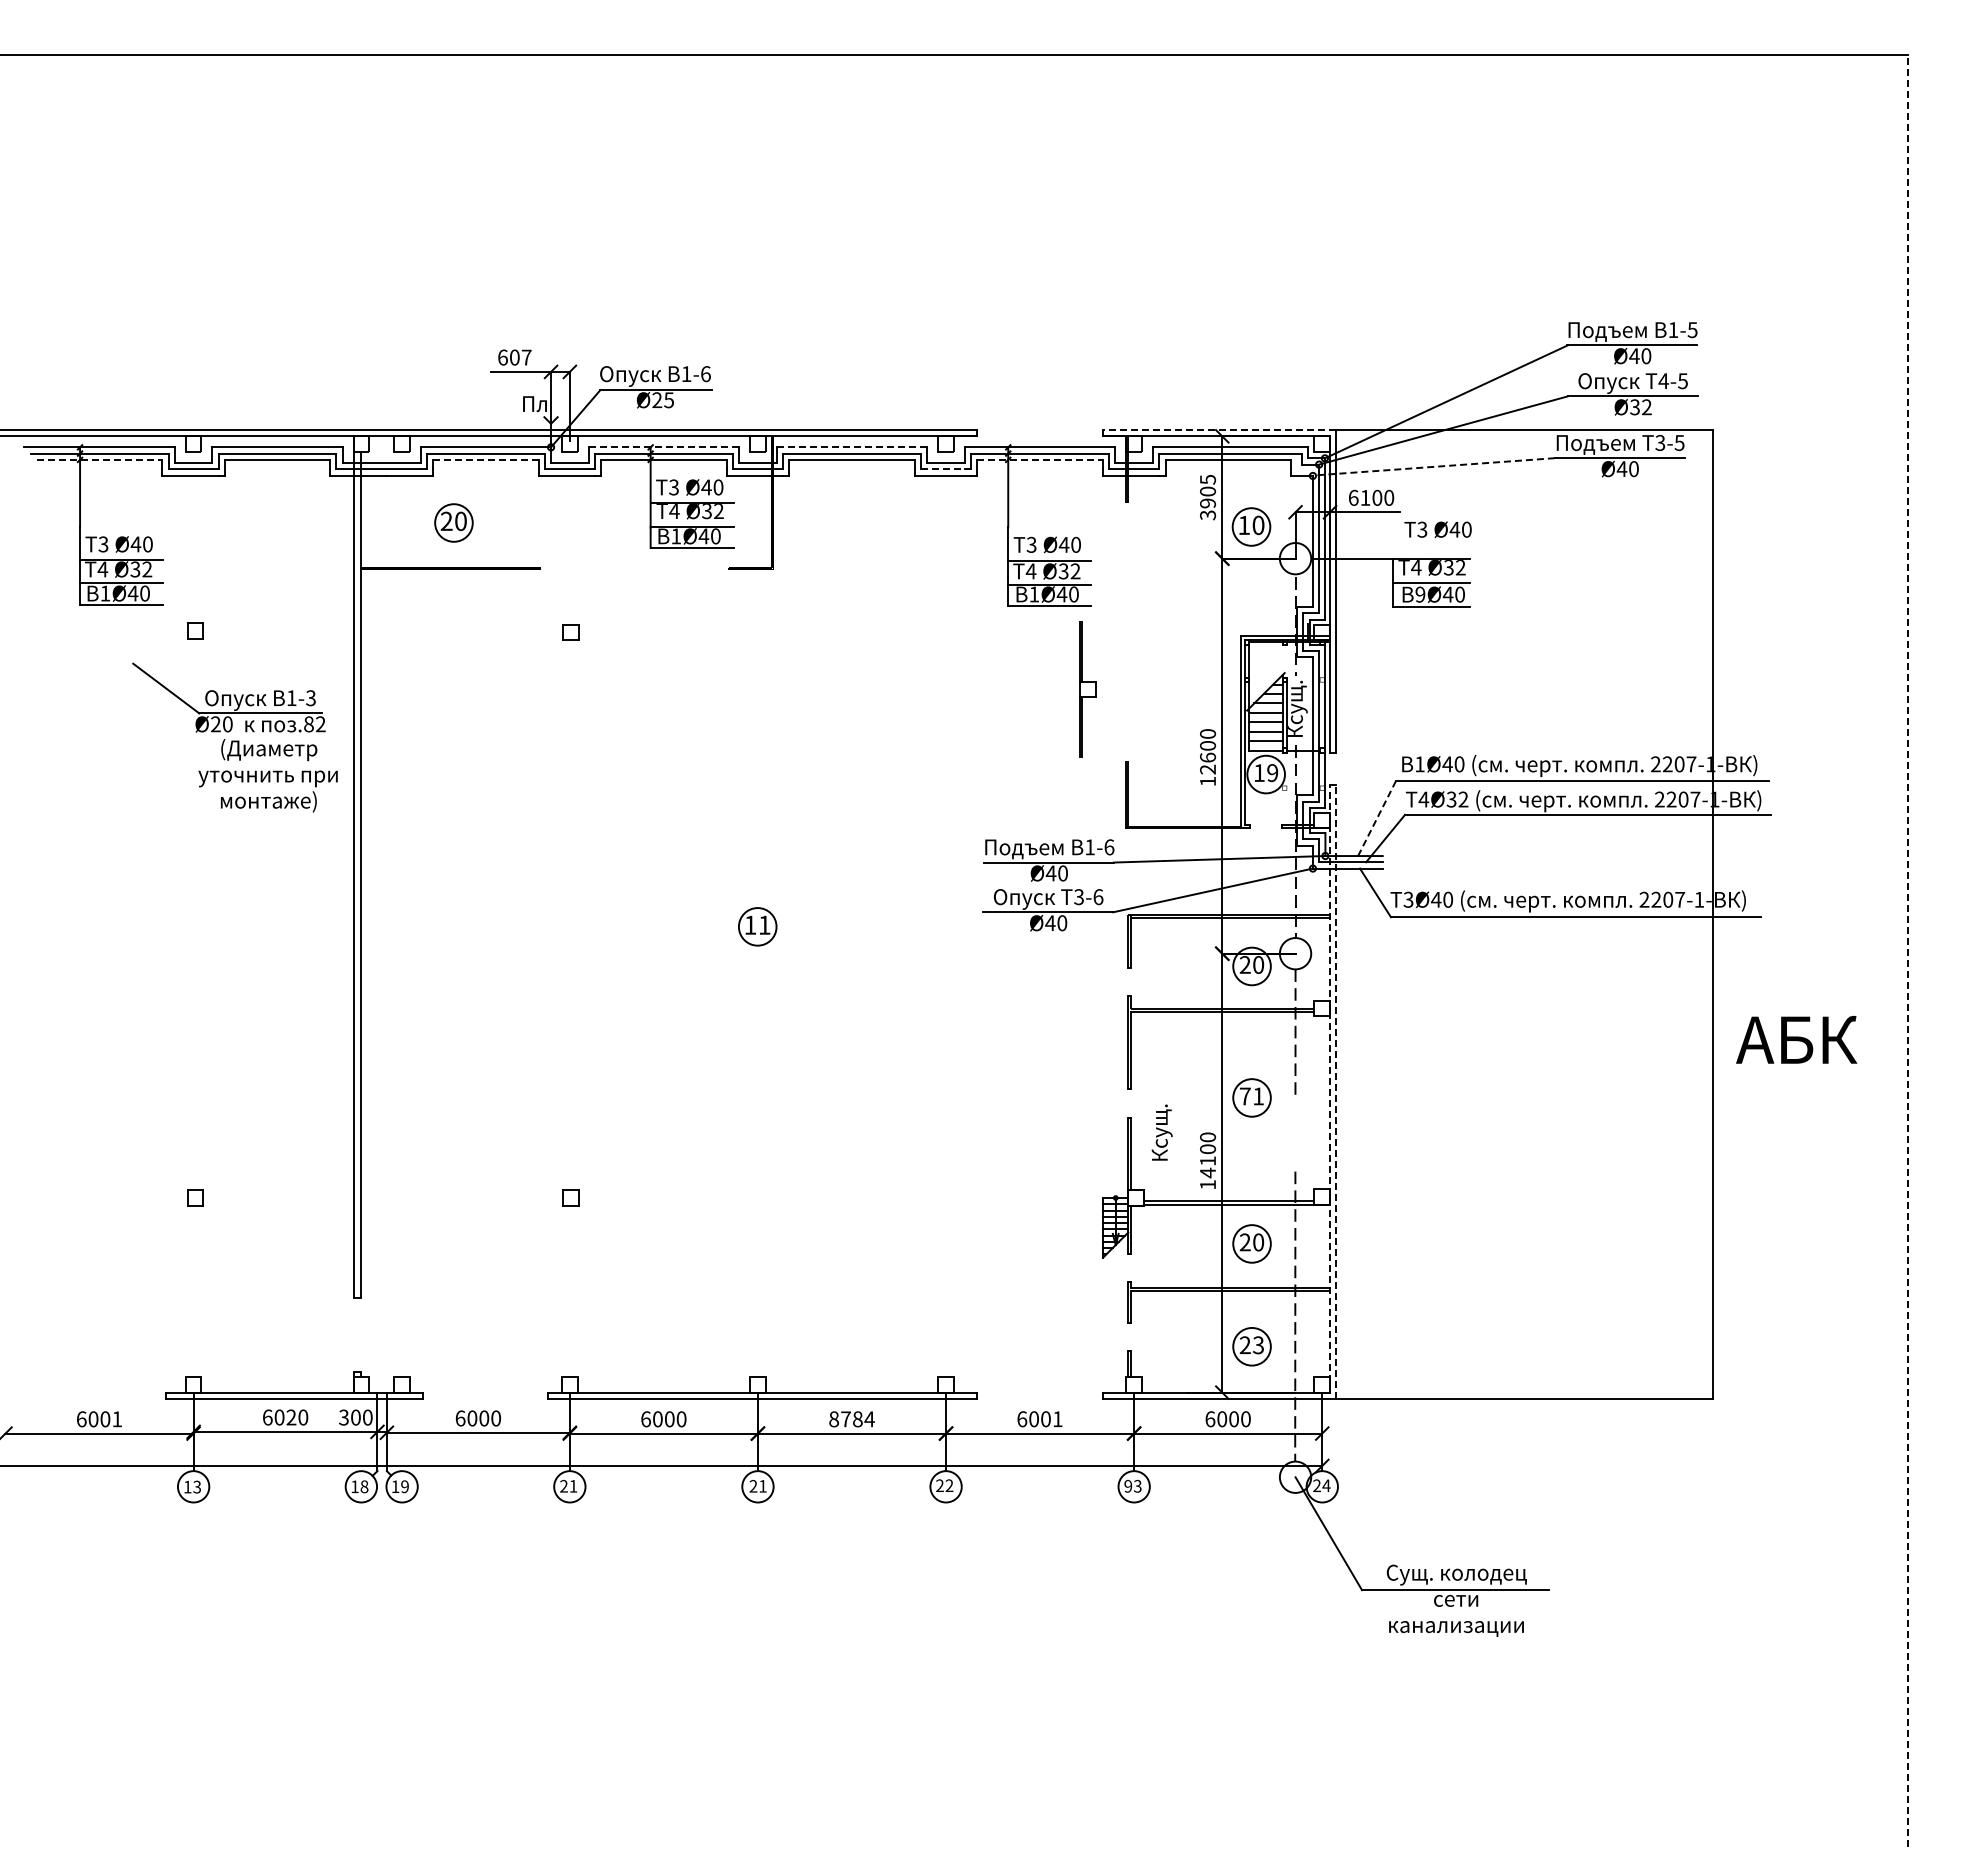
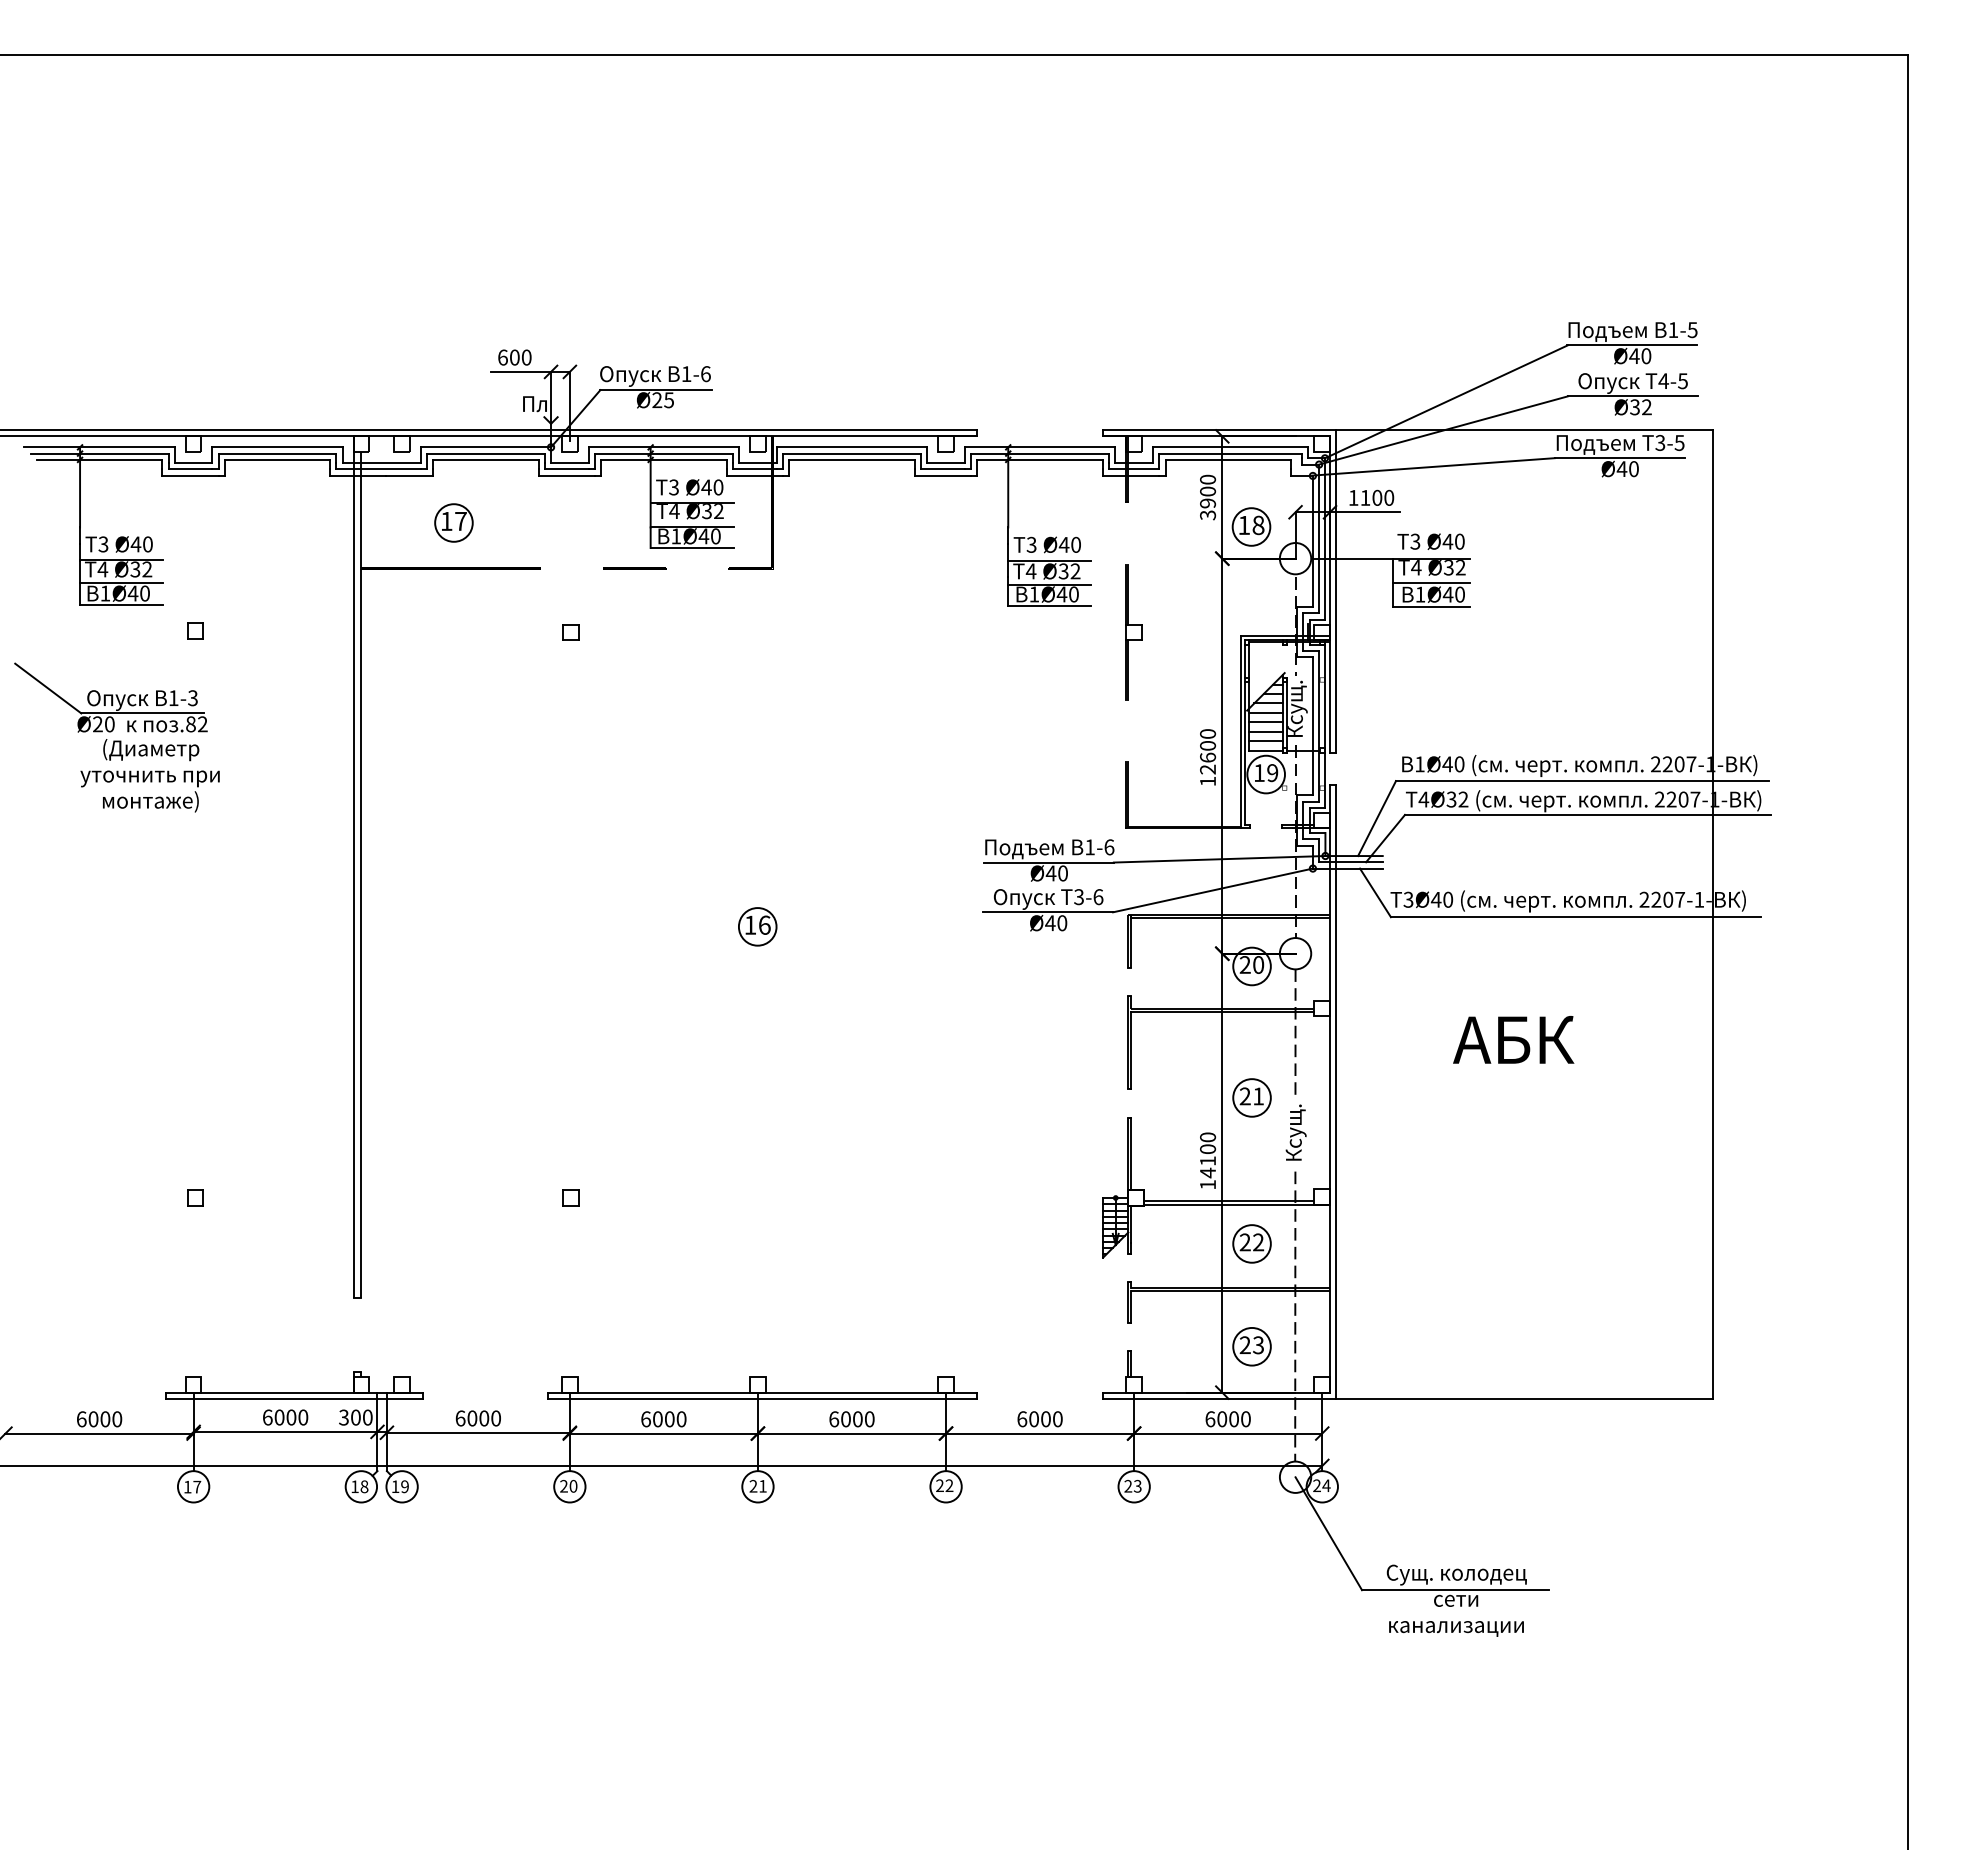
text at (526, 357): 607 -> 600
line at (1219, 430): dashed -> solid
line at (663, 447): dashed -> solid
line at (851, 447): dashed -> solid
line at (99, 459): dashed -> solid
line at (485, 459): dashed -> solid
line at (1040, 459): dashed -> solid
line at (1433, 466): dashed -> solid
line at (942, 469): dashed -> solid
text at (1207, 479): 3905 -> 3900
text at (1353, 497): 6100 -> 1100
text at (453, 521): 20 -> 17
text at (1258, 525): 10 -> 18
text at (1437, 529) position: (1437, 529) -> (1430, 541)
line at (634, 568): none -> present
text at (1420, 594): 9 -> 1
part at (1087, 689) position: (1087, 689) -> (1133, 632)
part at (234, 737) position: (234, 737) -> (116, 737)
line at (1377, 818): dashed -> solid
text at (764, 924): 11 -> 16
line at (1907, 952): dashed -> solid
text at (1796, 1039) position: (1796, 1039) -> (1513, 1039)
line at (1330, 1088): dashed -> solid
line at (1336, 1091): dashed -> solid
text at (1244, 1096): 71 -> 21
text at (1161, 1132) position: (1161, 1132) -> (1295, 1132)
text at (1258, 1242): 20 -> 22
text at (291, 1417): 6020 -> 6000
text at (117, 1419): 6001 -> 6000
text at (851, 1419): 8784 -> 6000
text at (1057, 1419): 6001 -> 6000
text at (573, 1485): 21 -> 20
text at (197, 1486): 13 -> 17
text at (1128, 1486): 93 -> 23
